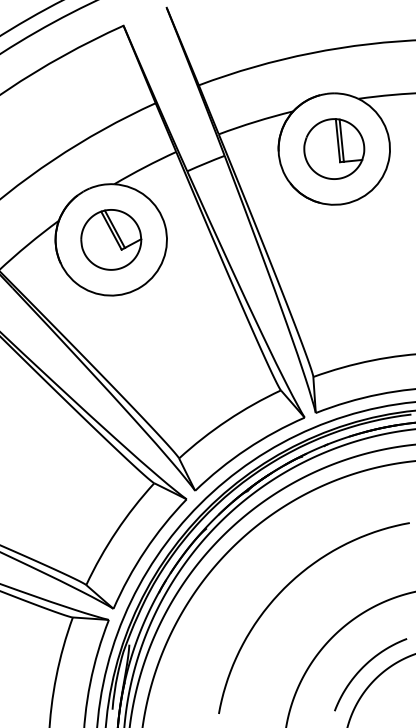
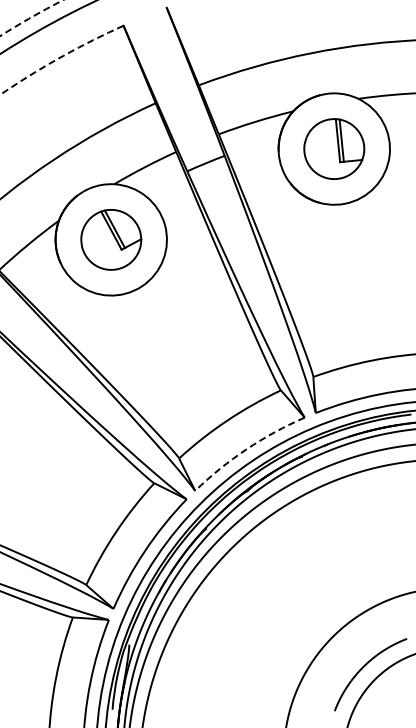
arc at (30, 18): solid -> dashed
arc at (60, 57): solid -> dashed
arc at (246, 449): solid -> dashed
curve at (285, 588): present -> none
